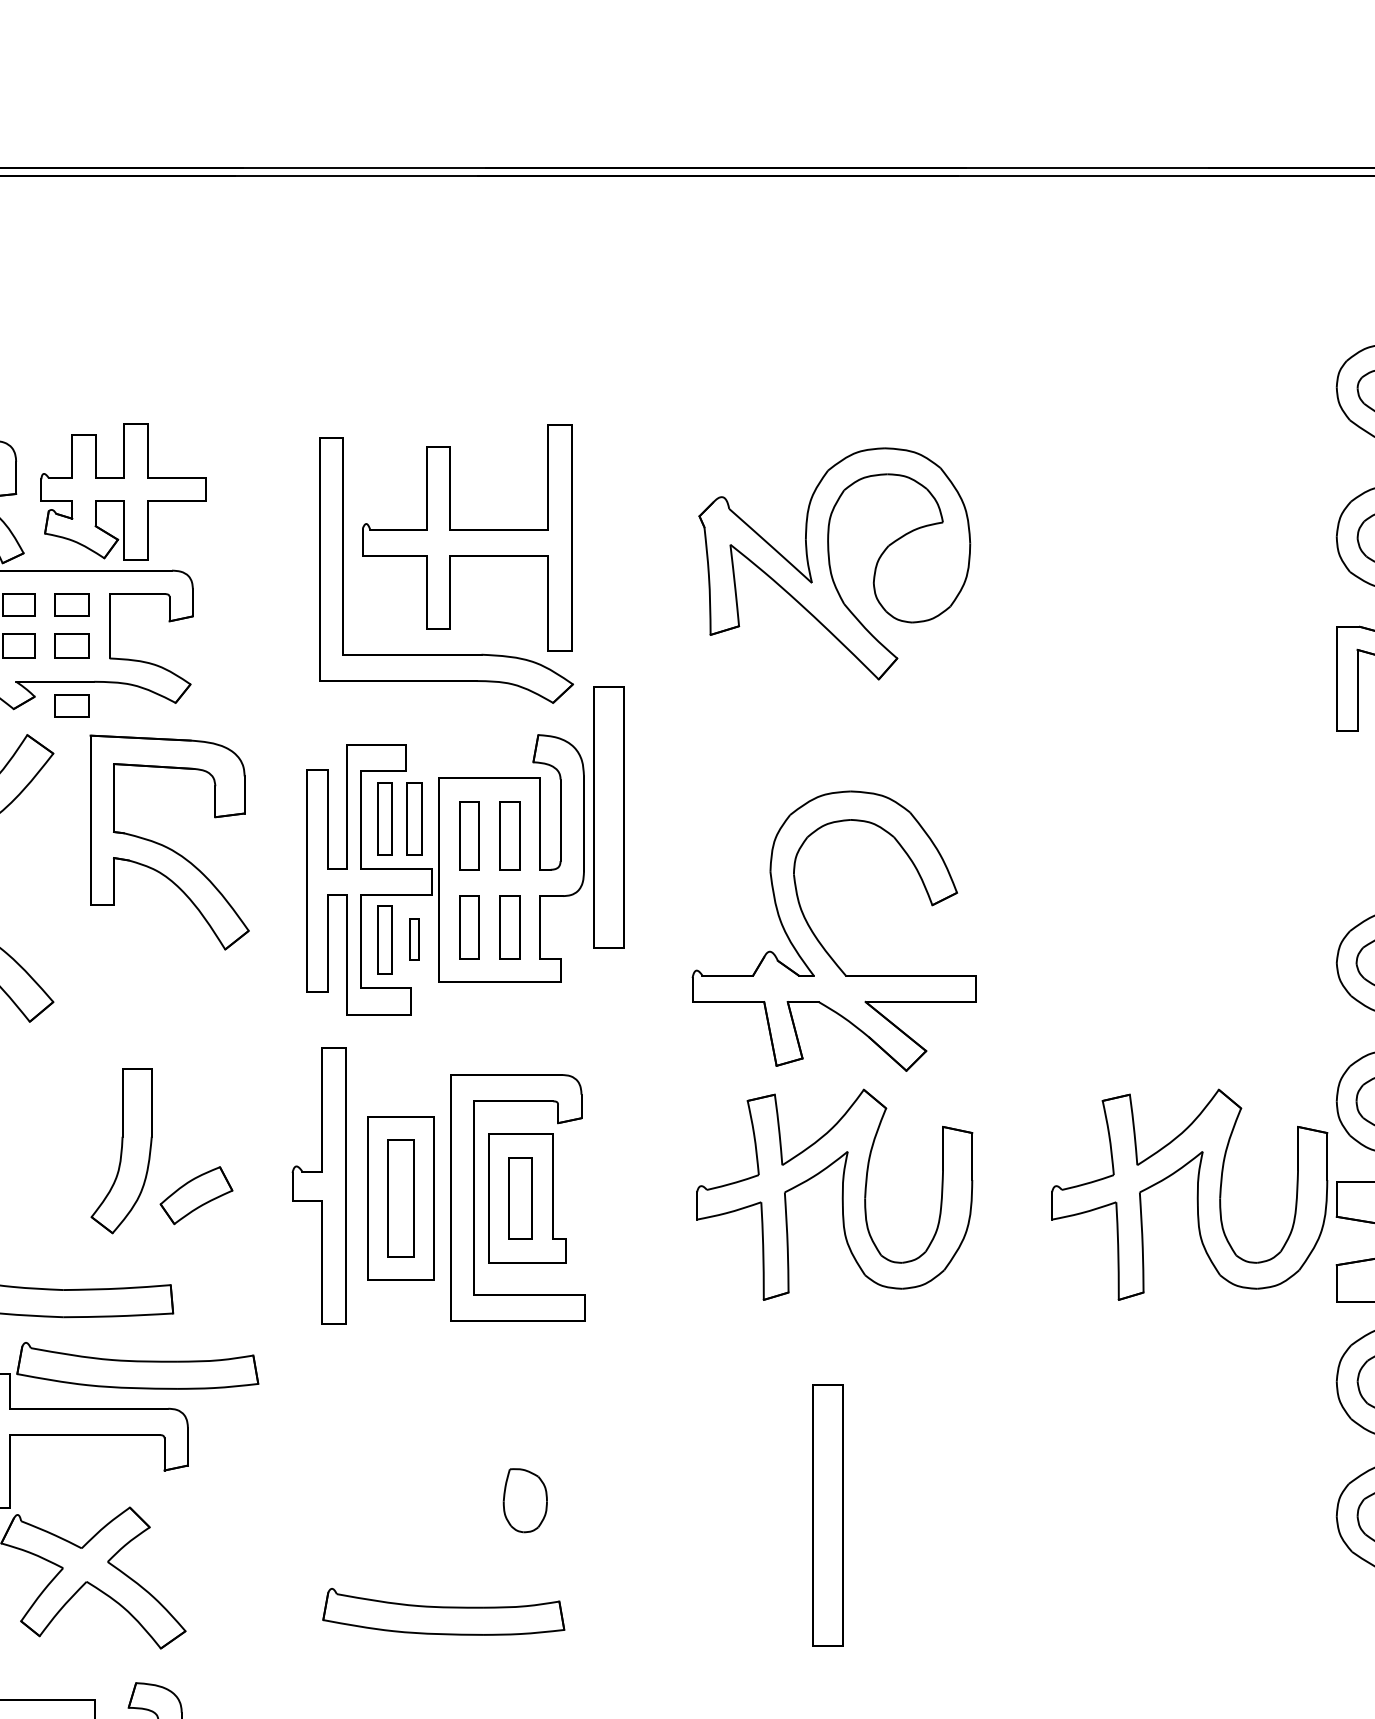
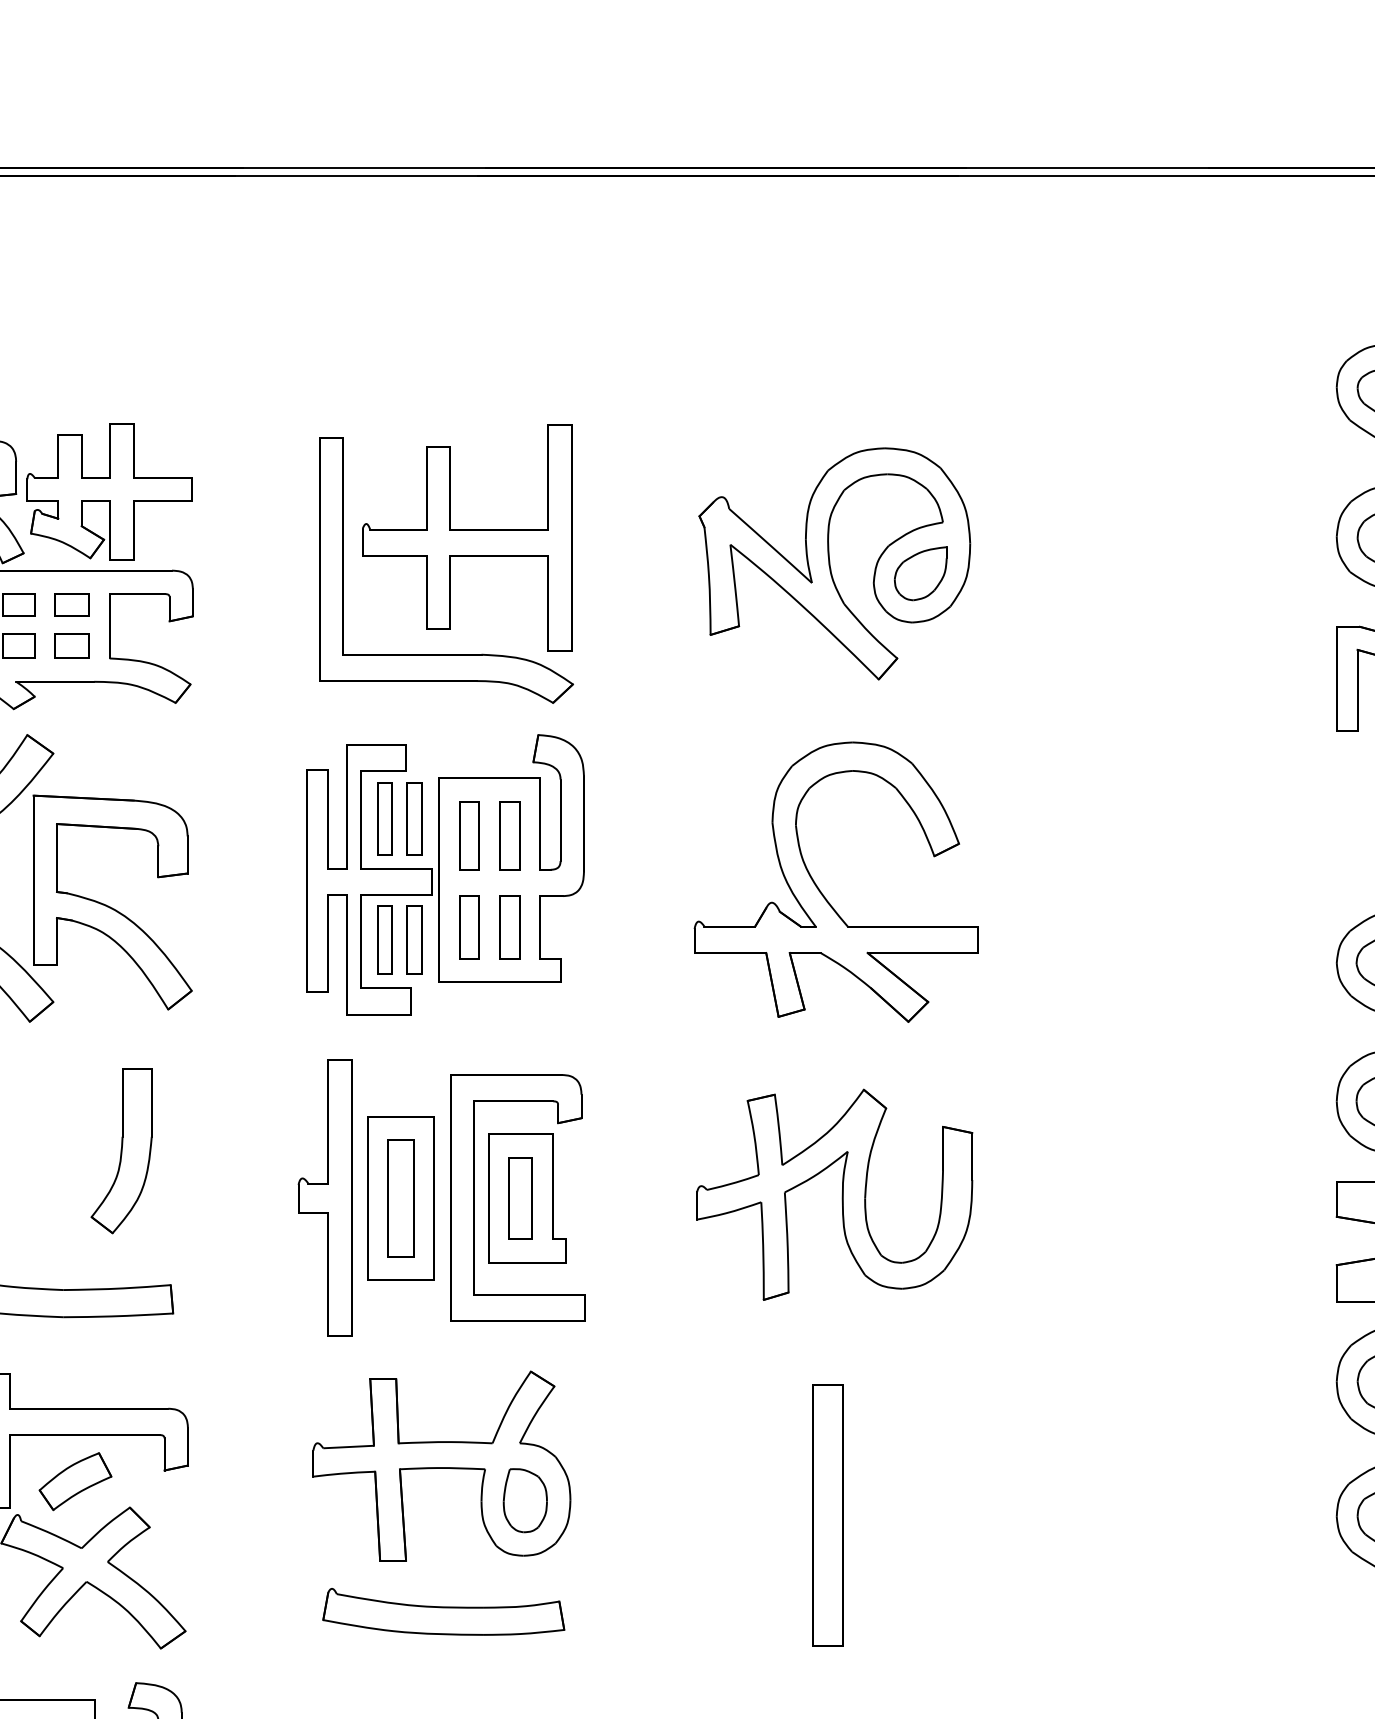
part at (123, 491) position: (123, 491) -> (109, 491)
part at (920, 573): none -> present
part at (71, 705): present -> none
part at (608, 817): present -> none
part at (169, 842) position: (169, 842) -> (112, 902)
part at (414, 939) size: 11x43 px -> 17x70 px
part at (819, 940) position: (819, 940) -> (821, 891)
part at (318, 1185) position: (318, 1185) -> (324, 1197)
part at (1196, 1194): present -> none
part at (196, 1195) position: (196, 1195) -> (75, 1481)
part at (137, 1365): present -> none
part at (441, 1465): none -> present
